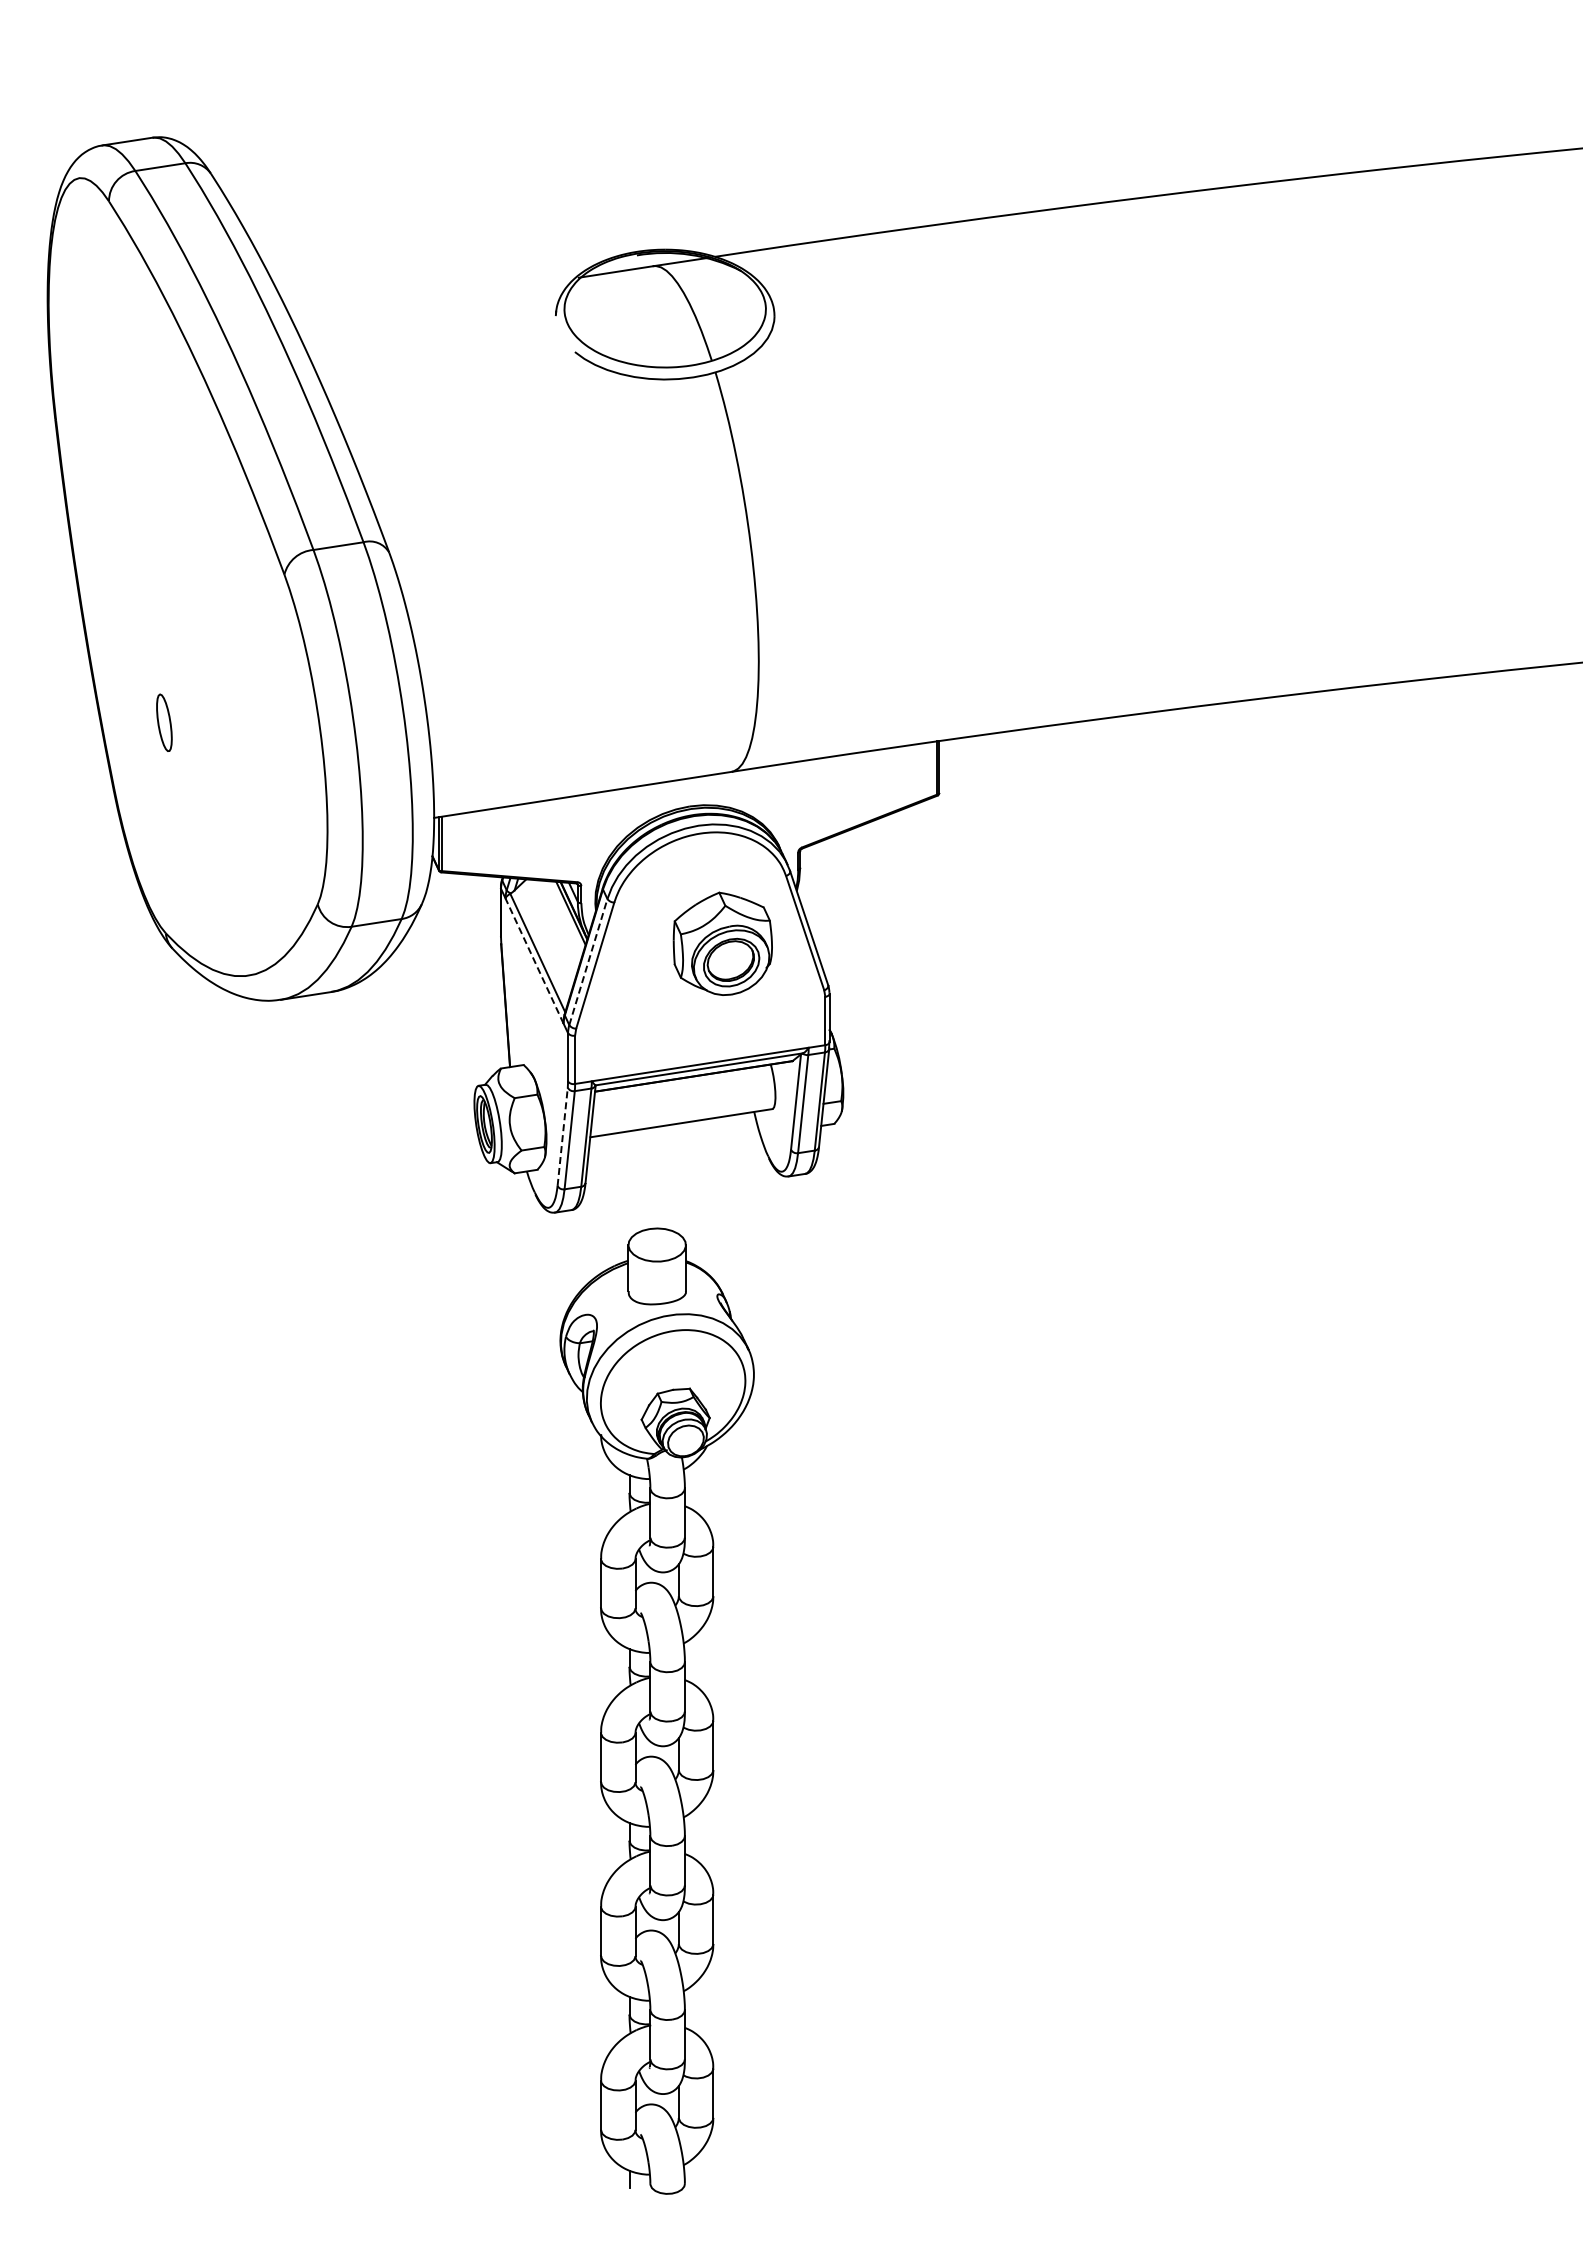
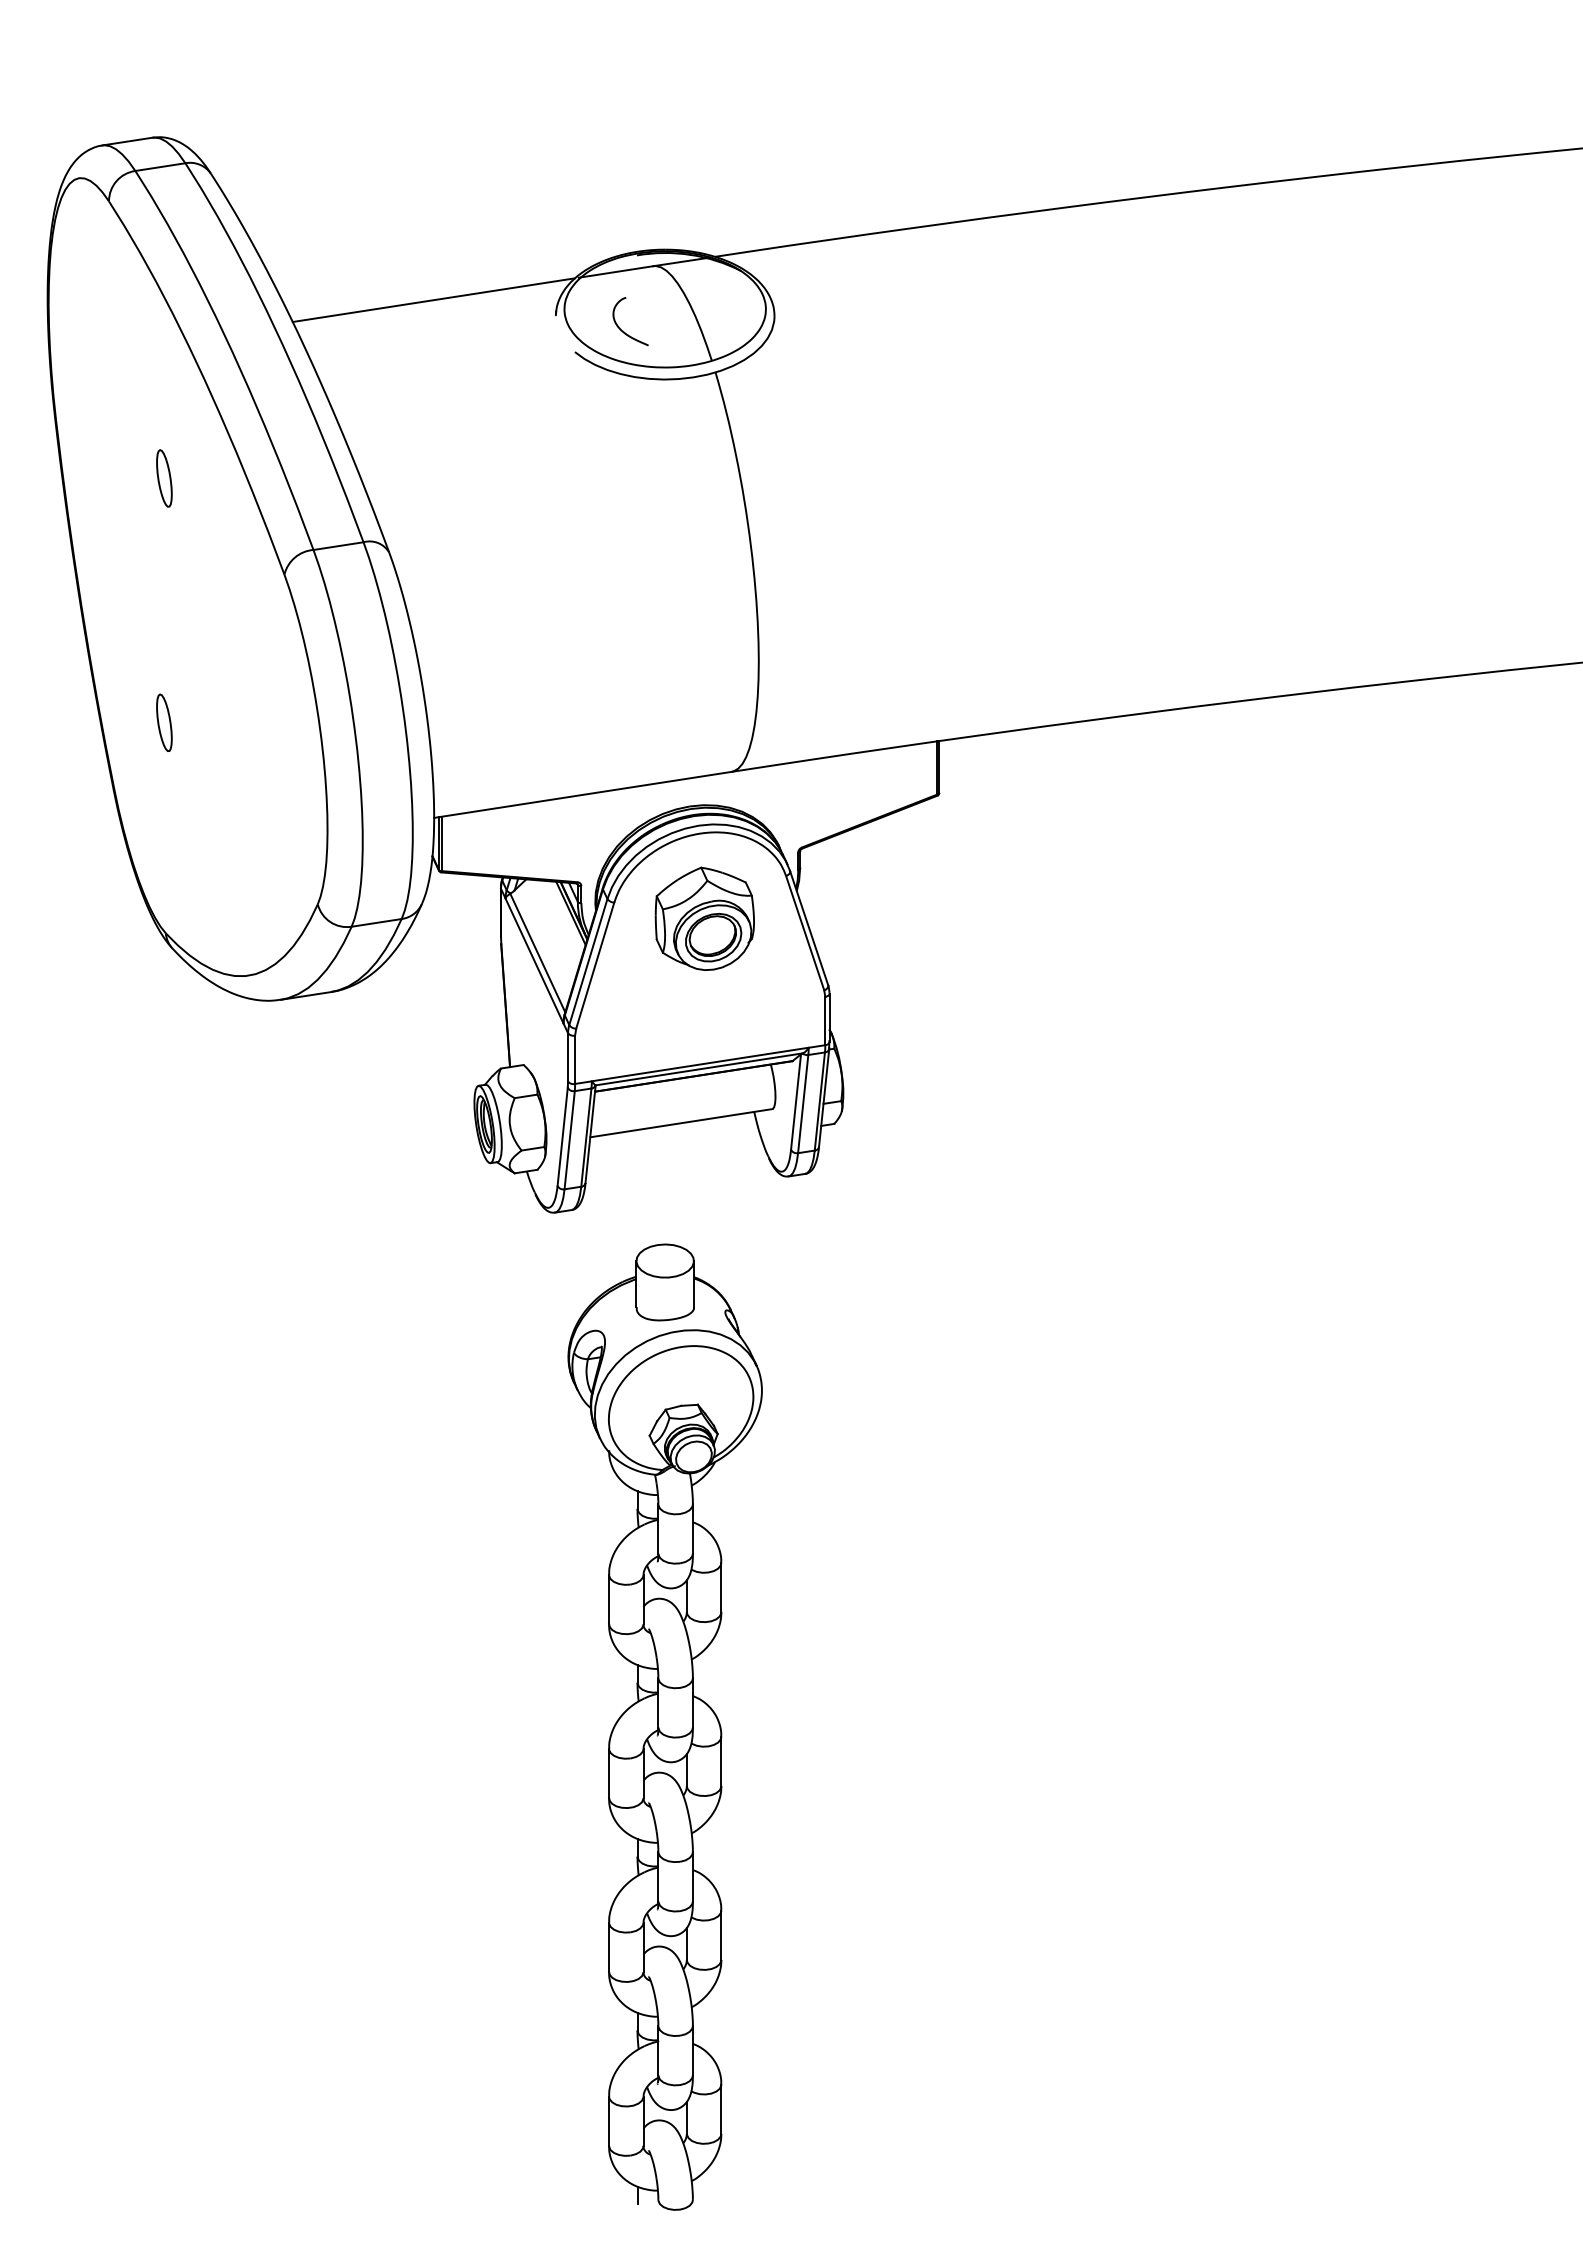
line at (433, 300): none -> present
curve at (623, 330): none -> present
part at (164, 478): none -> present
part at (722, 943) position: (722, 943) -> (704, 918)
line at (534, 960): dashed -> solid
line at (588, 962): dashed -> solid
line at (562, 1136): dashed -> solid
part at (656, 1710) position: (656, 1710) -> (664, 1726)
